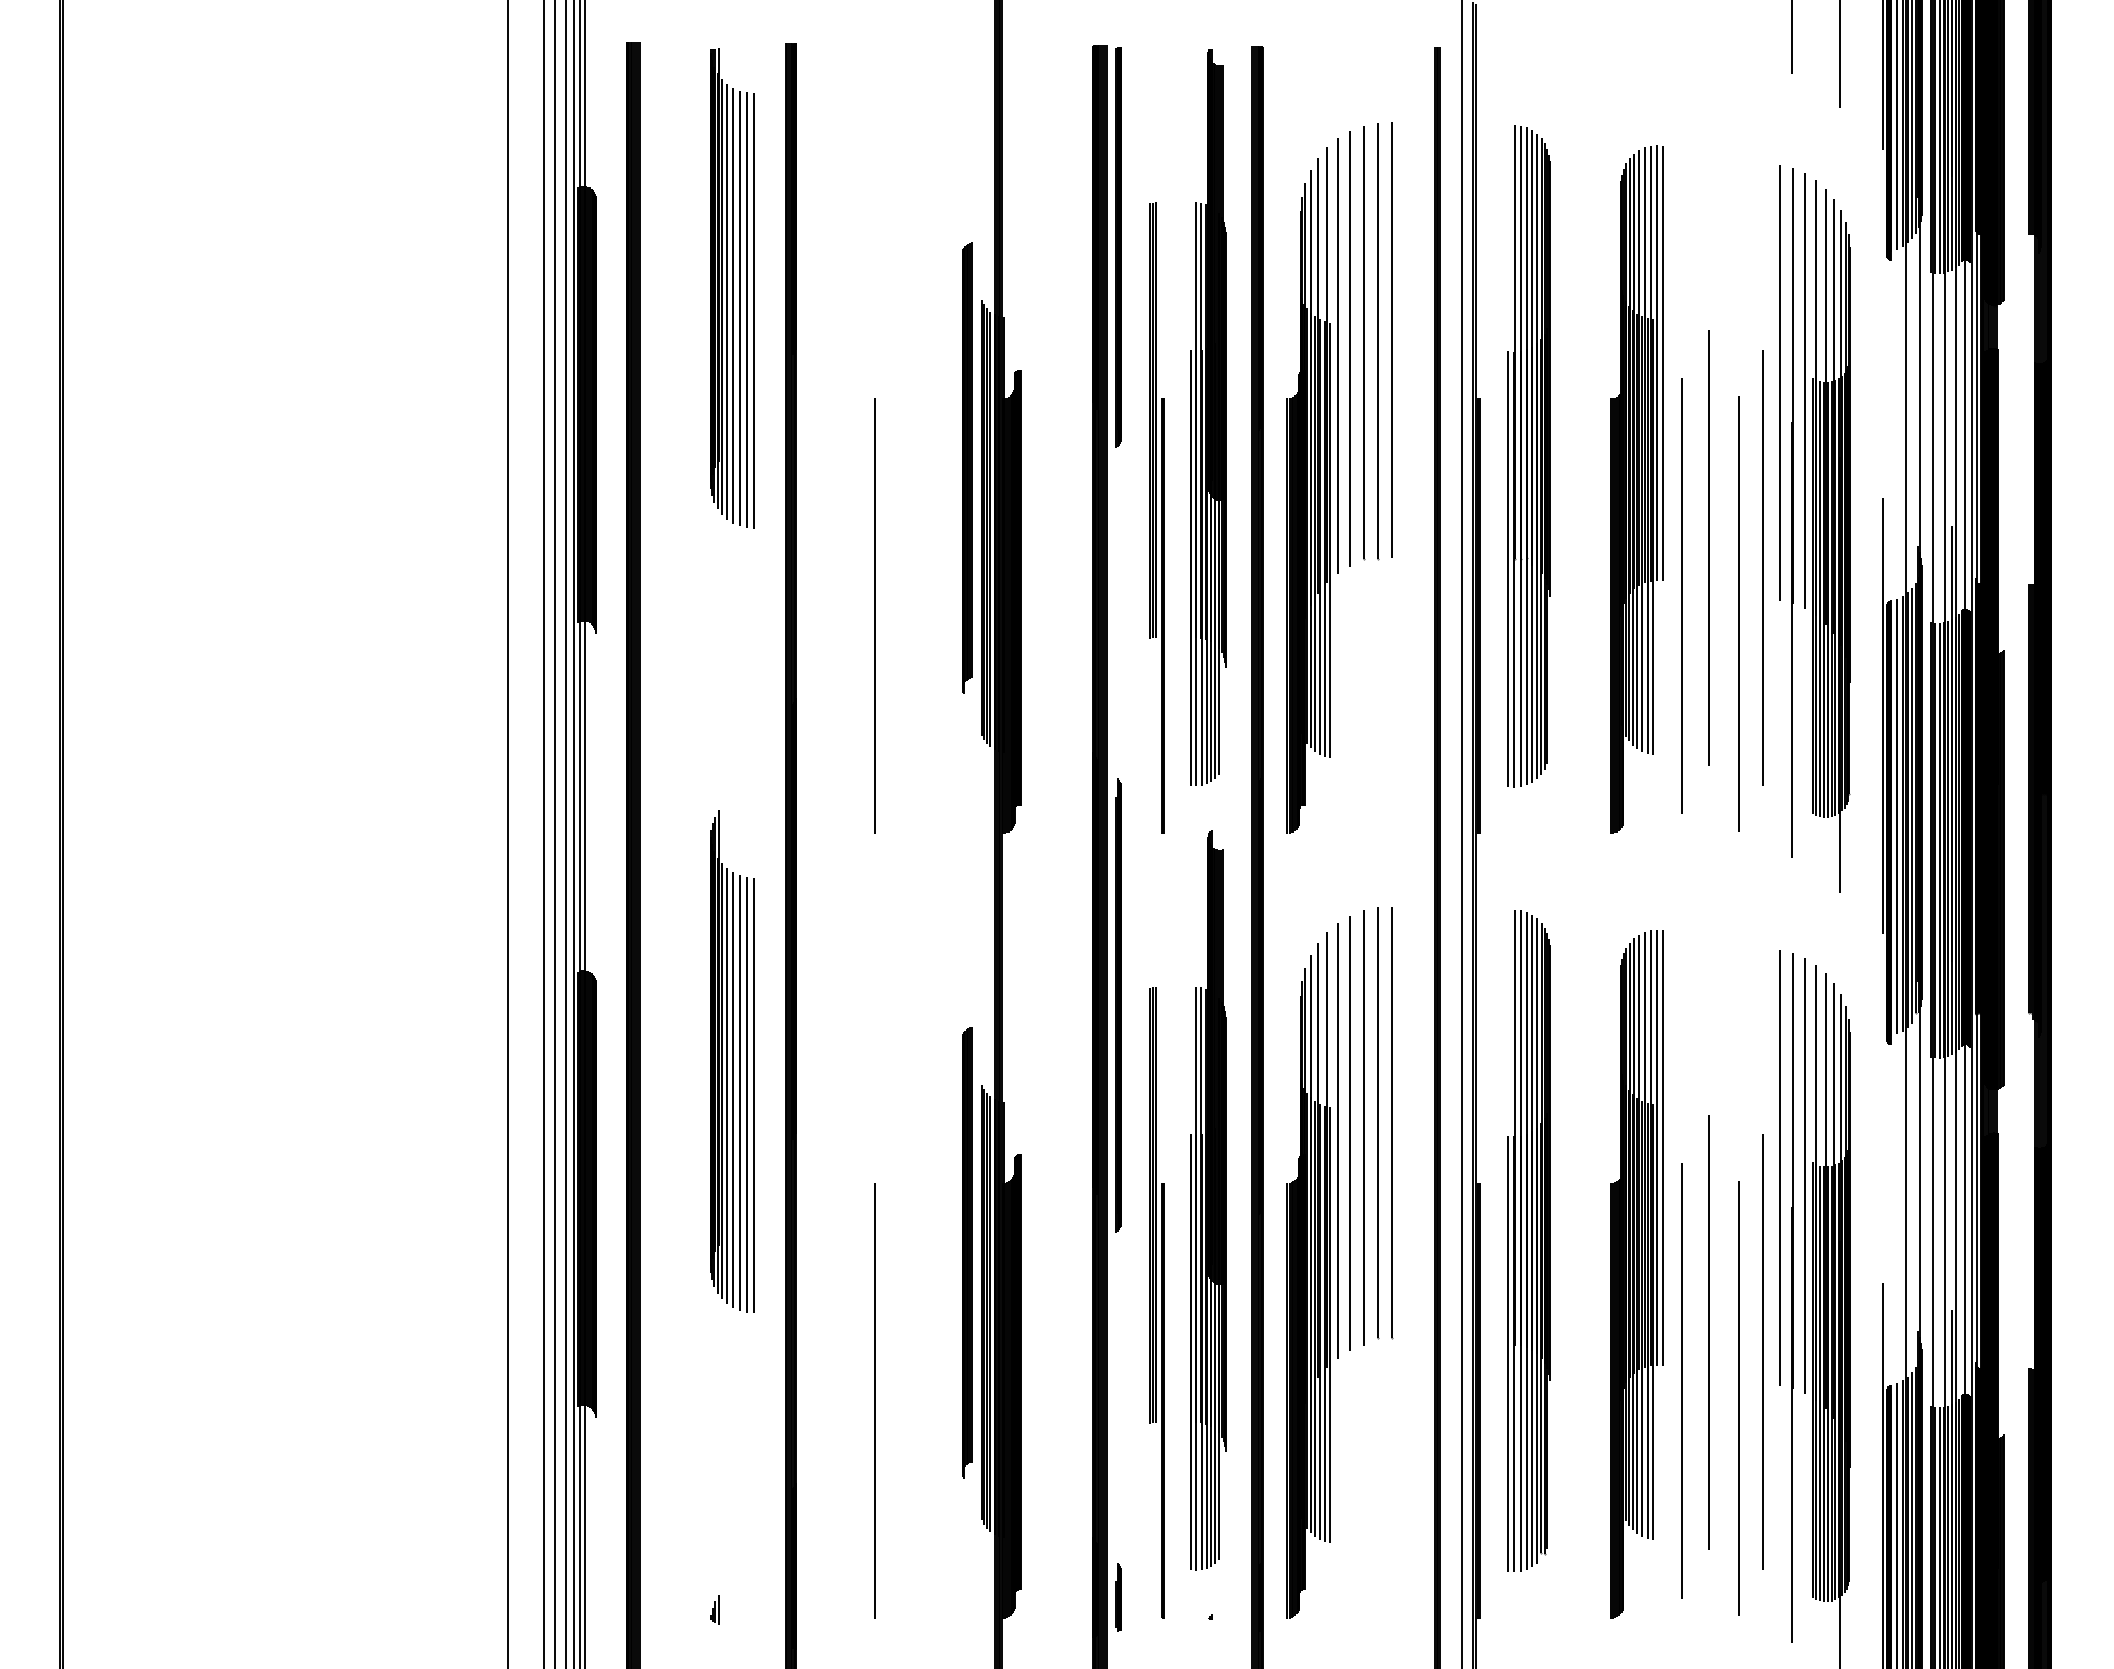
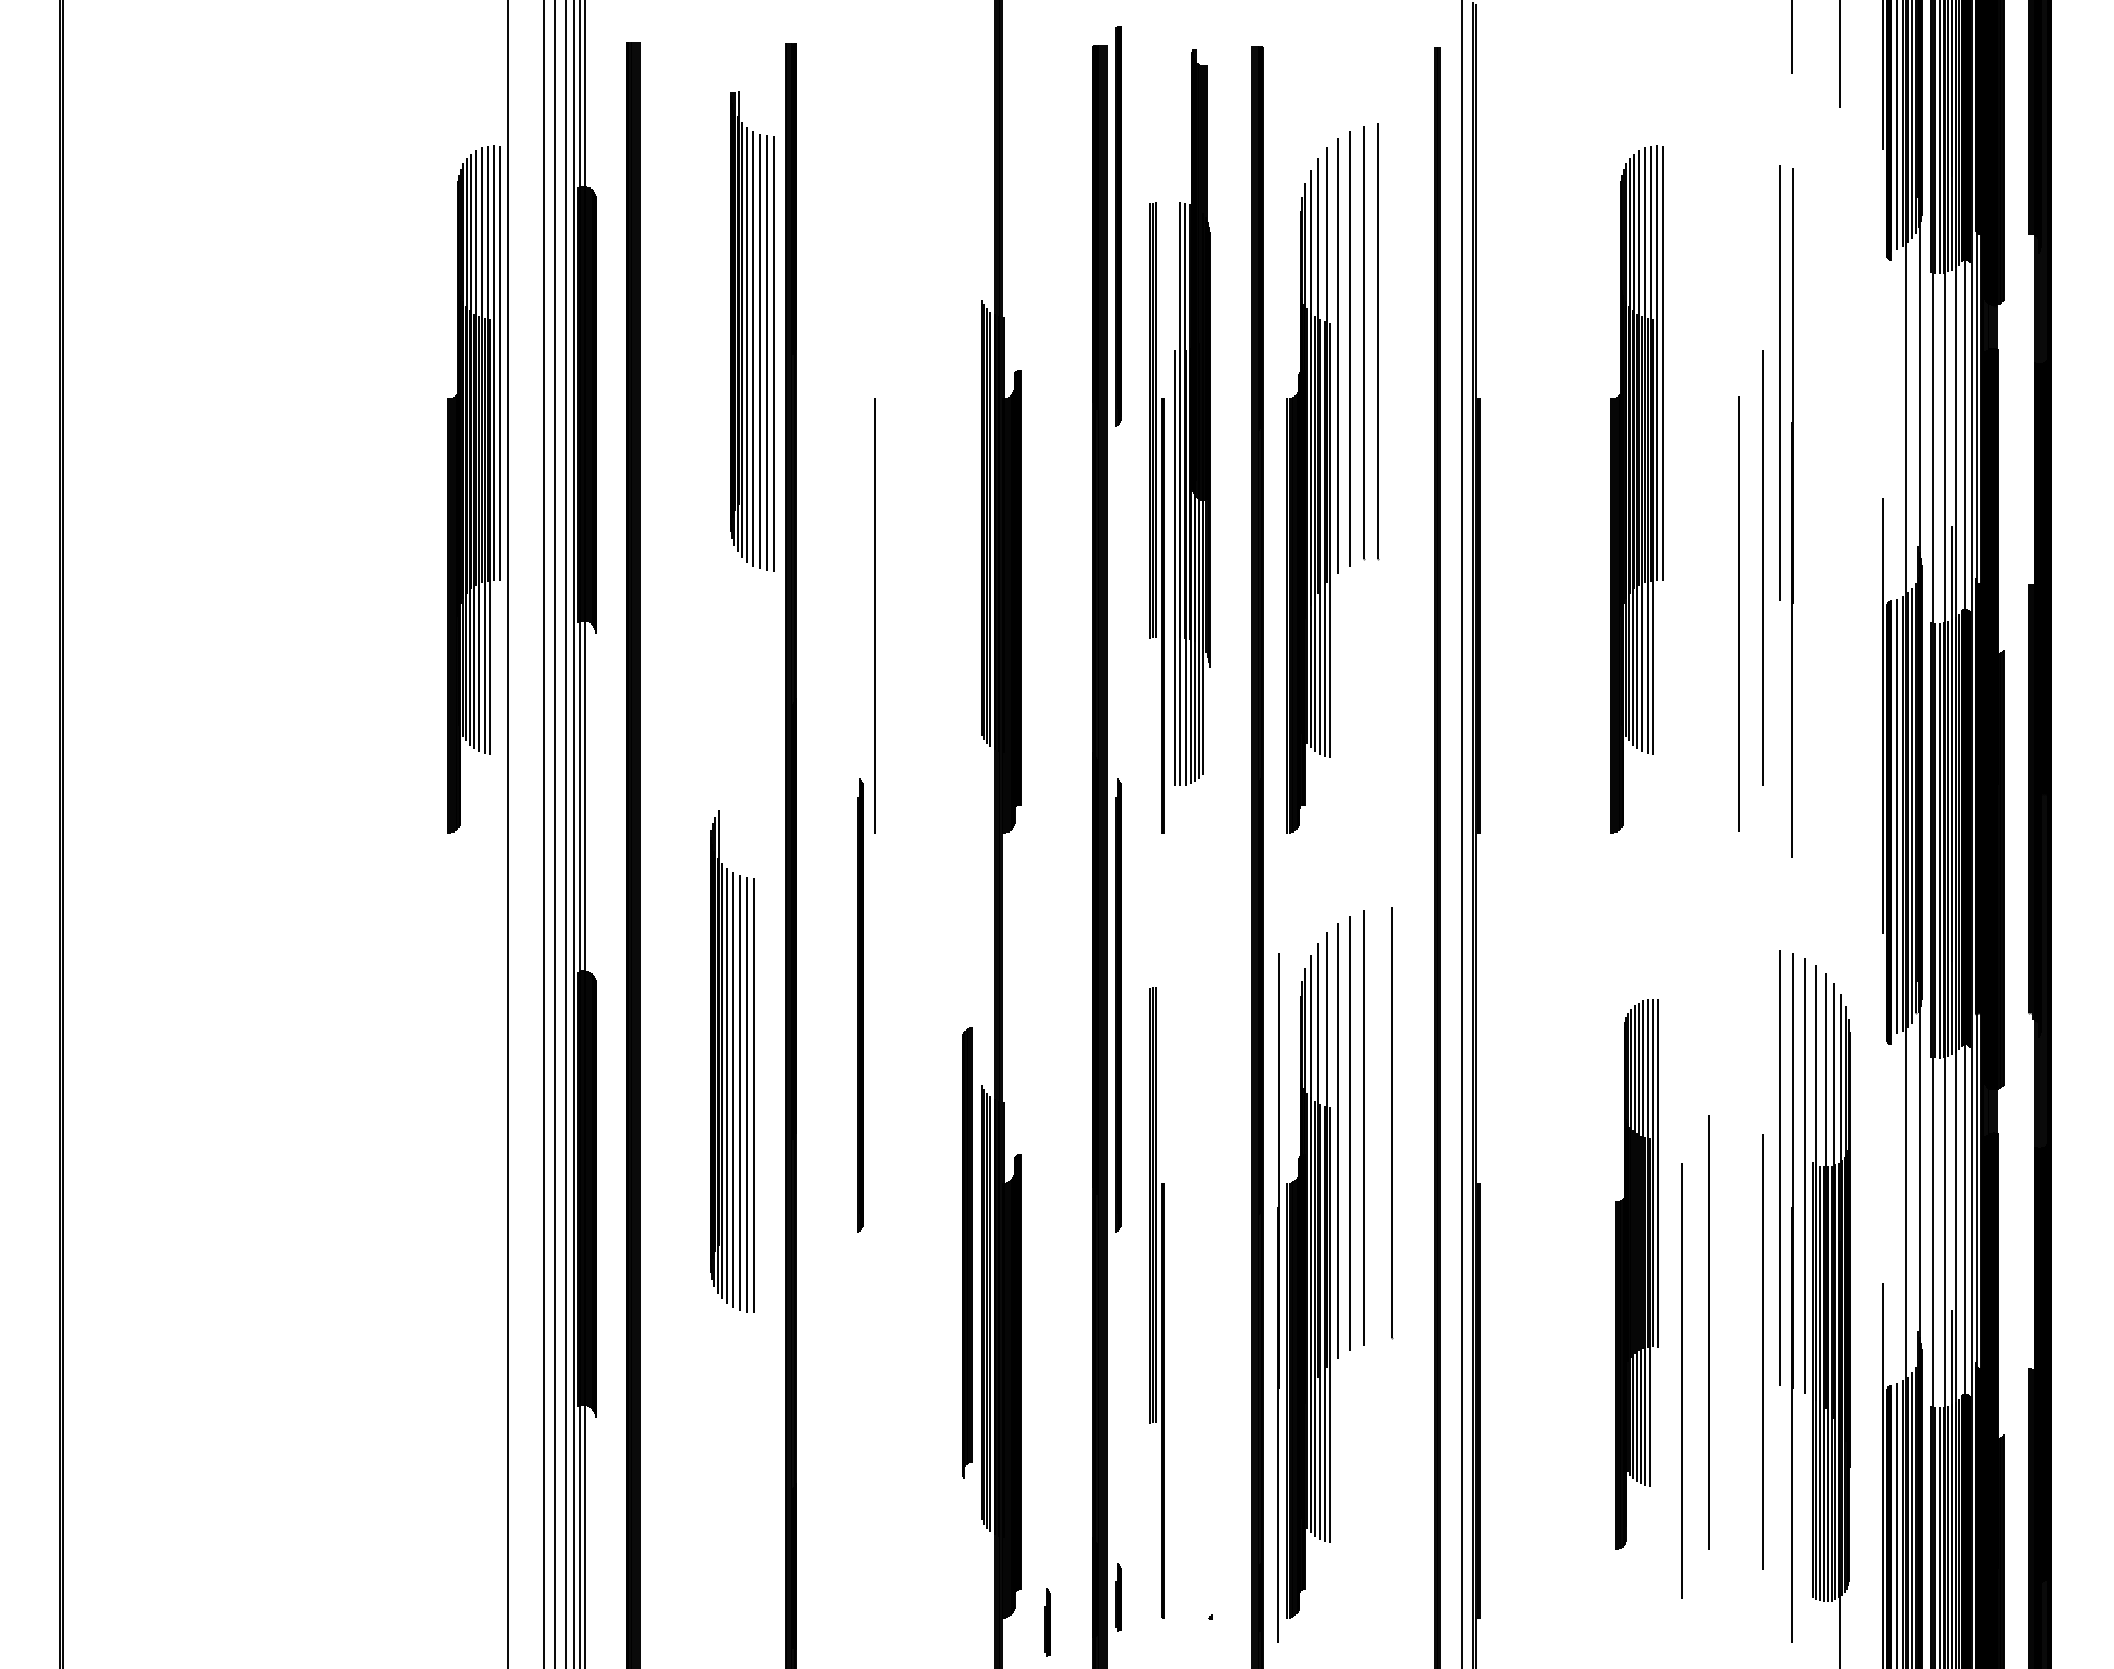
part at (1118, 247) position: (1118, 247) -> (1118, 226)
part at (732, 288) position: (732, 288) -> (752, 331)
line at (1391, 339): present -> none
part at (1208, 417) position: (1208, 417) -> (1192, 417)
part at (1528, 456): present -> none
part at (967, 467): present -> none
part at (473, 489): none -> present
part at (1827, 532): present -> none
line at (1708, 547): present -> none
line at (1681, 595): present -> none
part at (860, 1005): none -> present
line at (1378, 1123): present -> none
part at (1208, 1200): present -> none
part at (1528, 1240): present -> none
part at (1636, 1274) size: 54x689 px -> 44x551 px
line at (1278, 1297): none -> present
line at (1738, 1398): present -> none
line at (874, 1400): present -> none
part at (714, 1609): present -> none
part at (1047, 1622): none -> present
